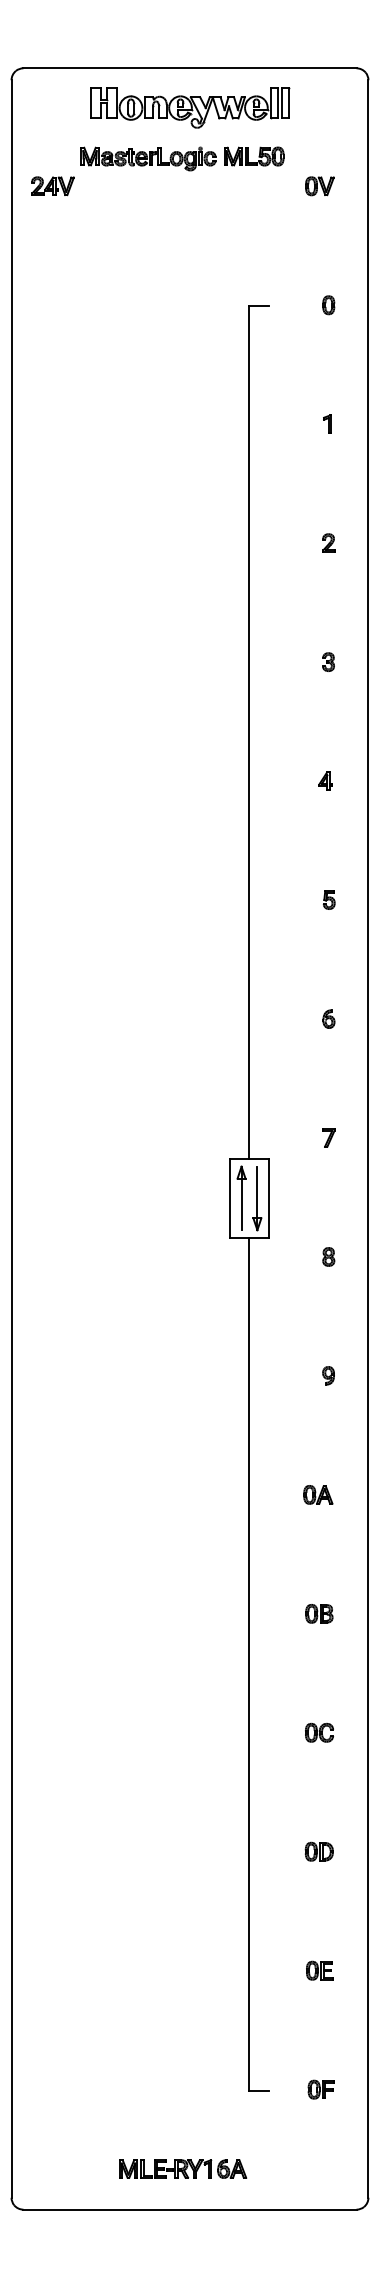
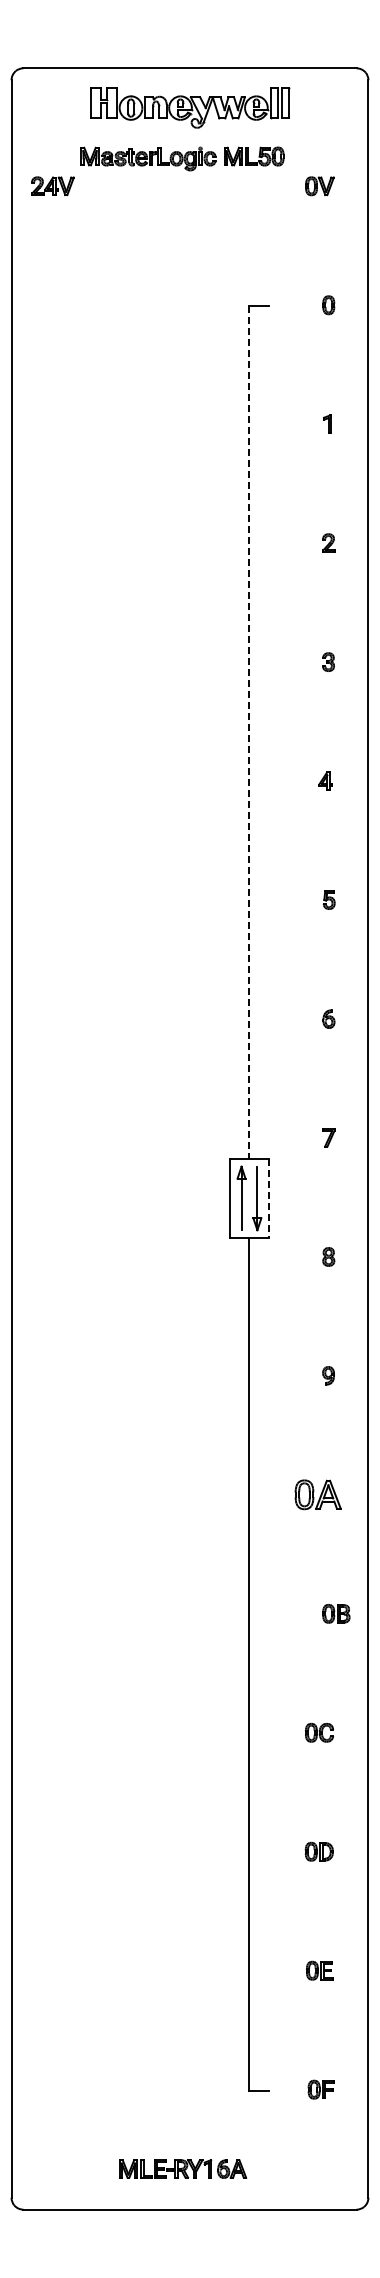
line at (249, 733): solid -> dashed
line at (269, 1198): solid -> dashed
part at (318, 1494) size: 31x20 px -> 48x32 px
part at (319, 1613) position: (319, 1613) -> (336, 1613)
